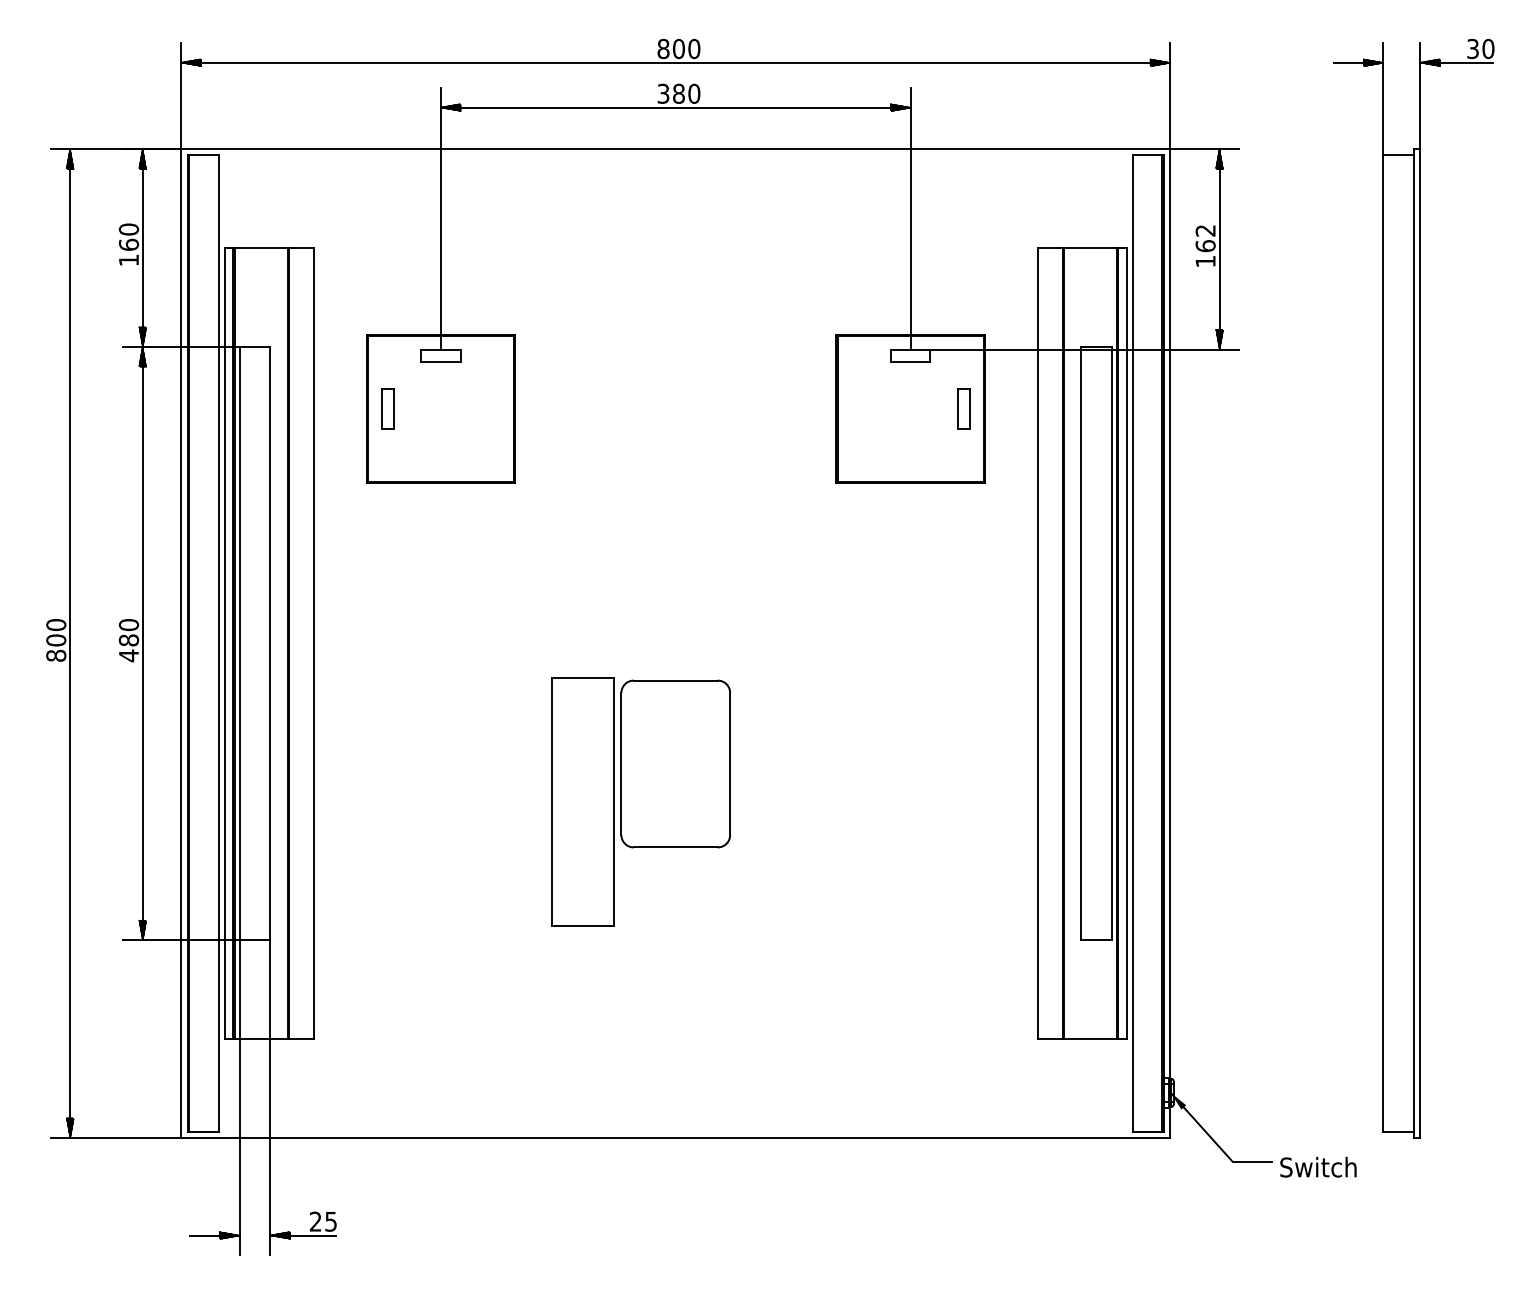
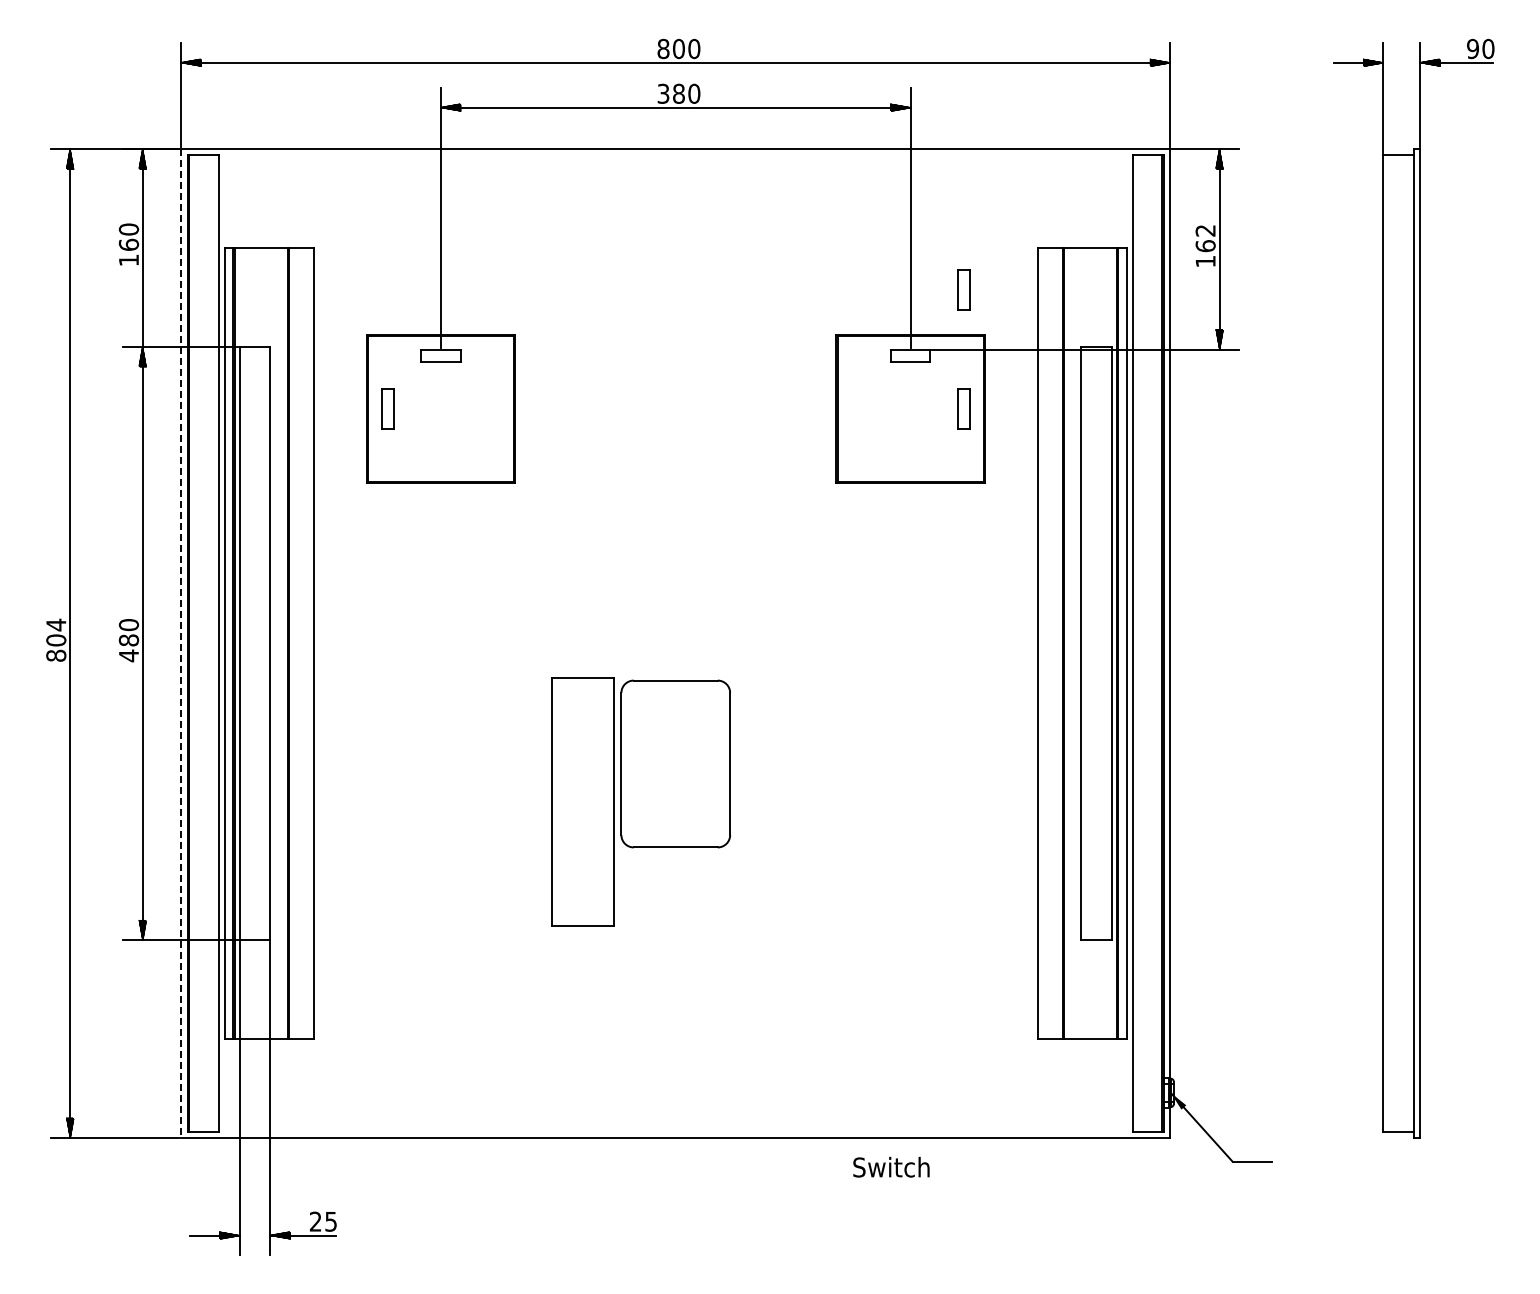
text at (1472, 48): 30 -> 90
part at (963, 289): none -> present
hatch at (142, 336): present -> none
text at (56, 624): 800 -> 804
line at (181, 644): solid -> dashed
text at (1318, 1166) position: (1318, 1166) -> (891, 1166)
